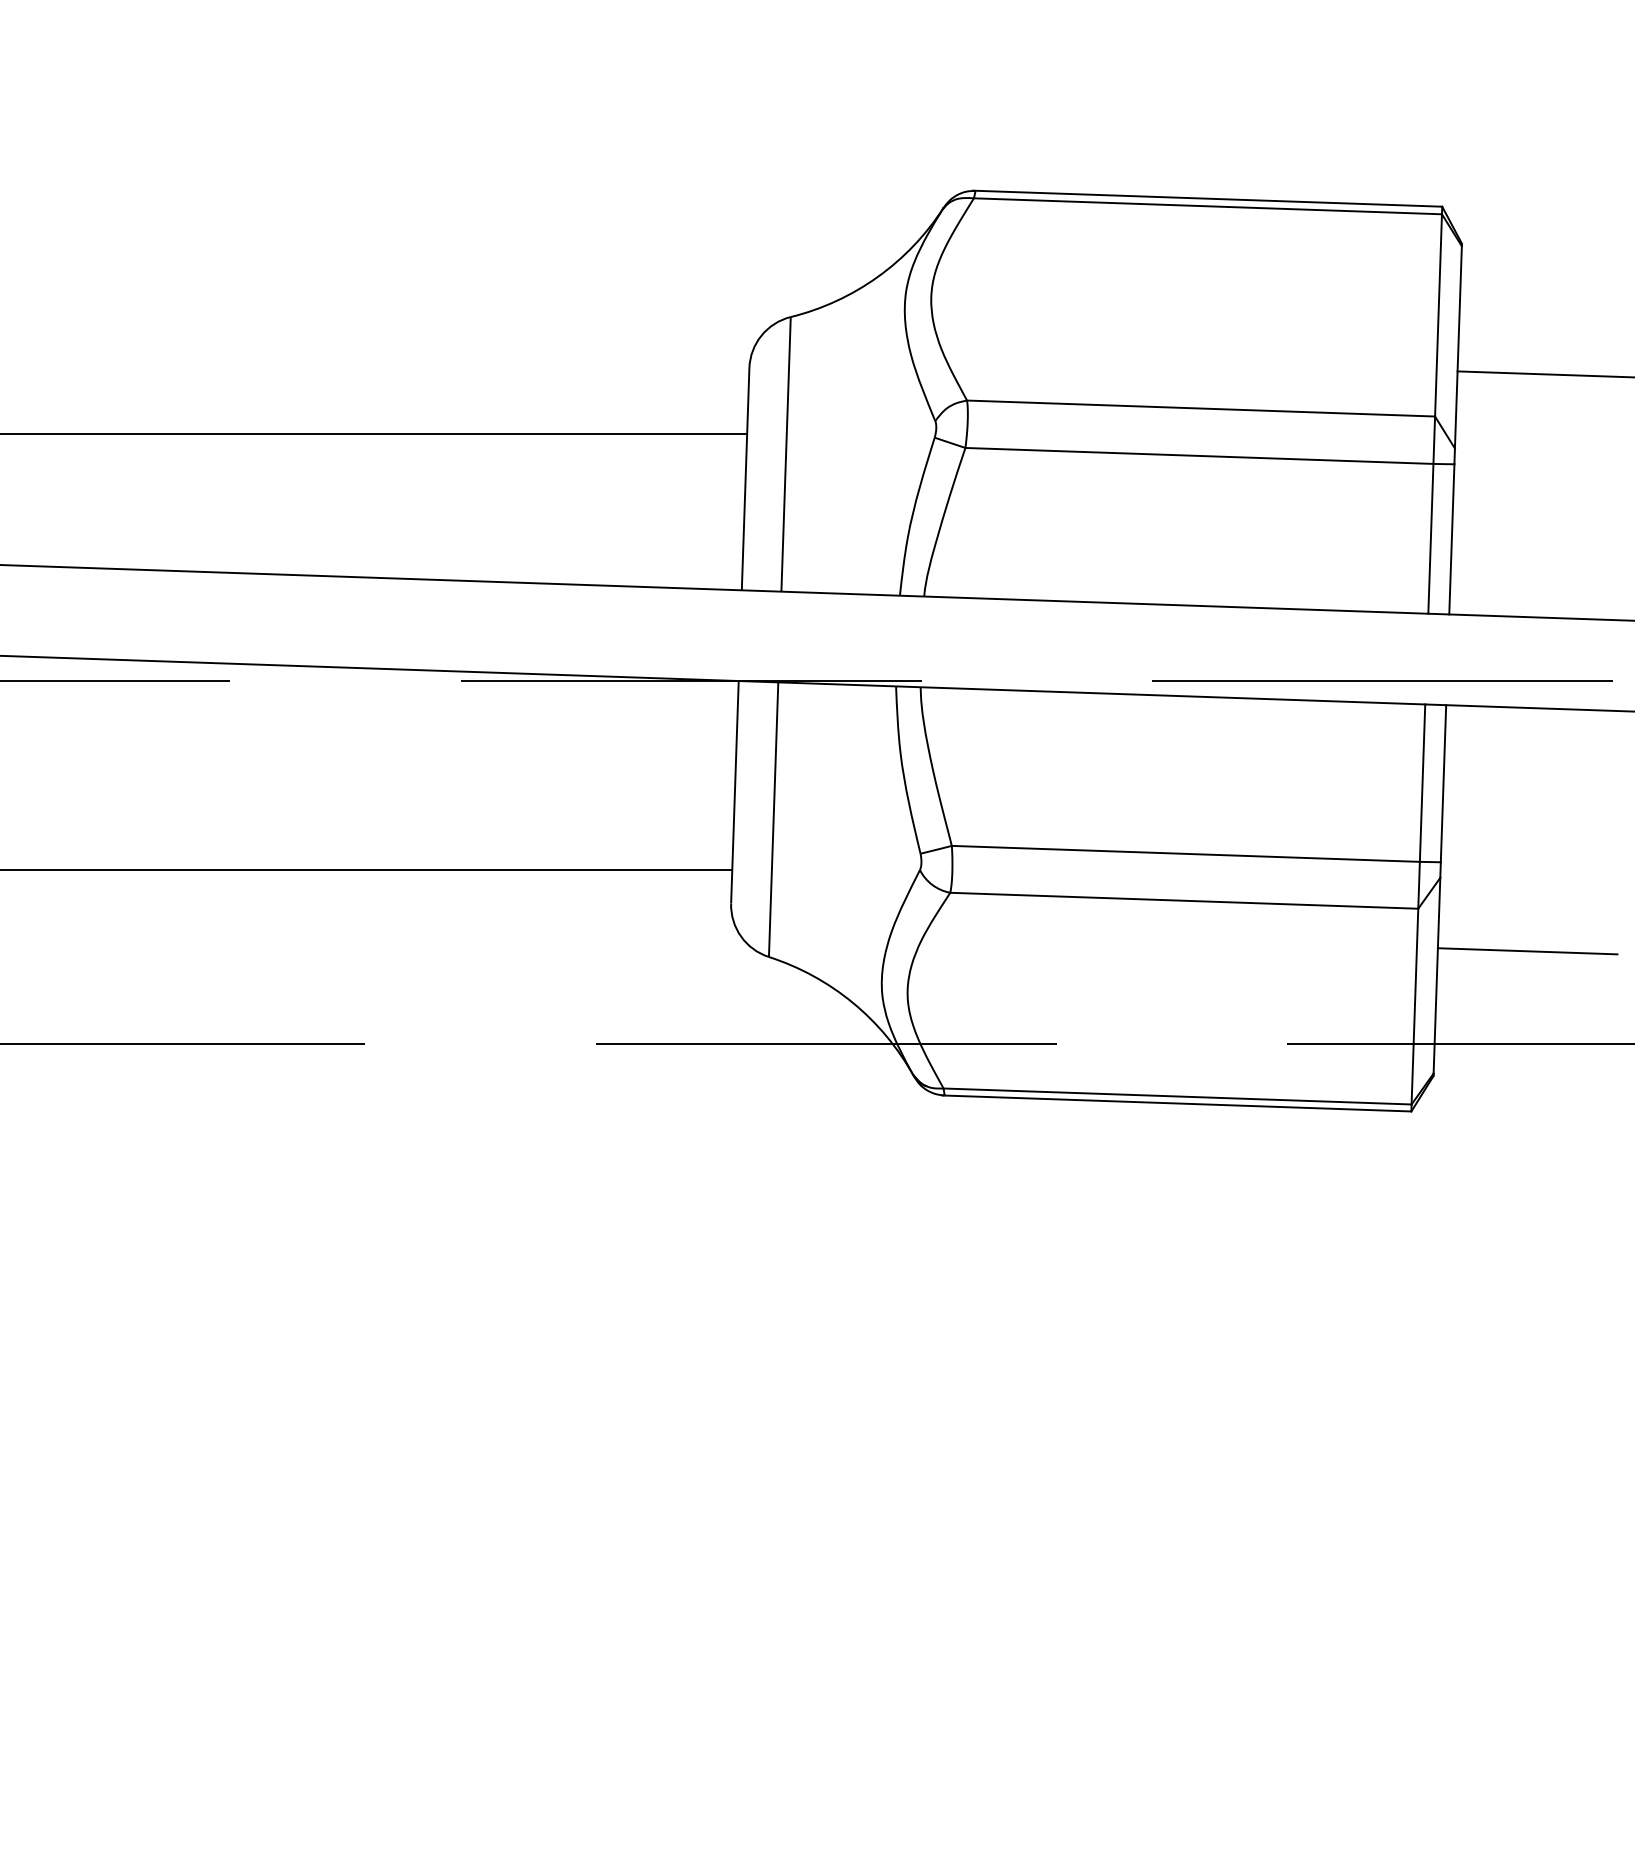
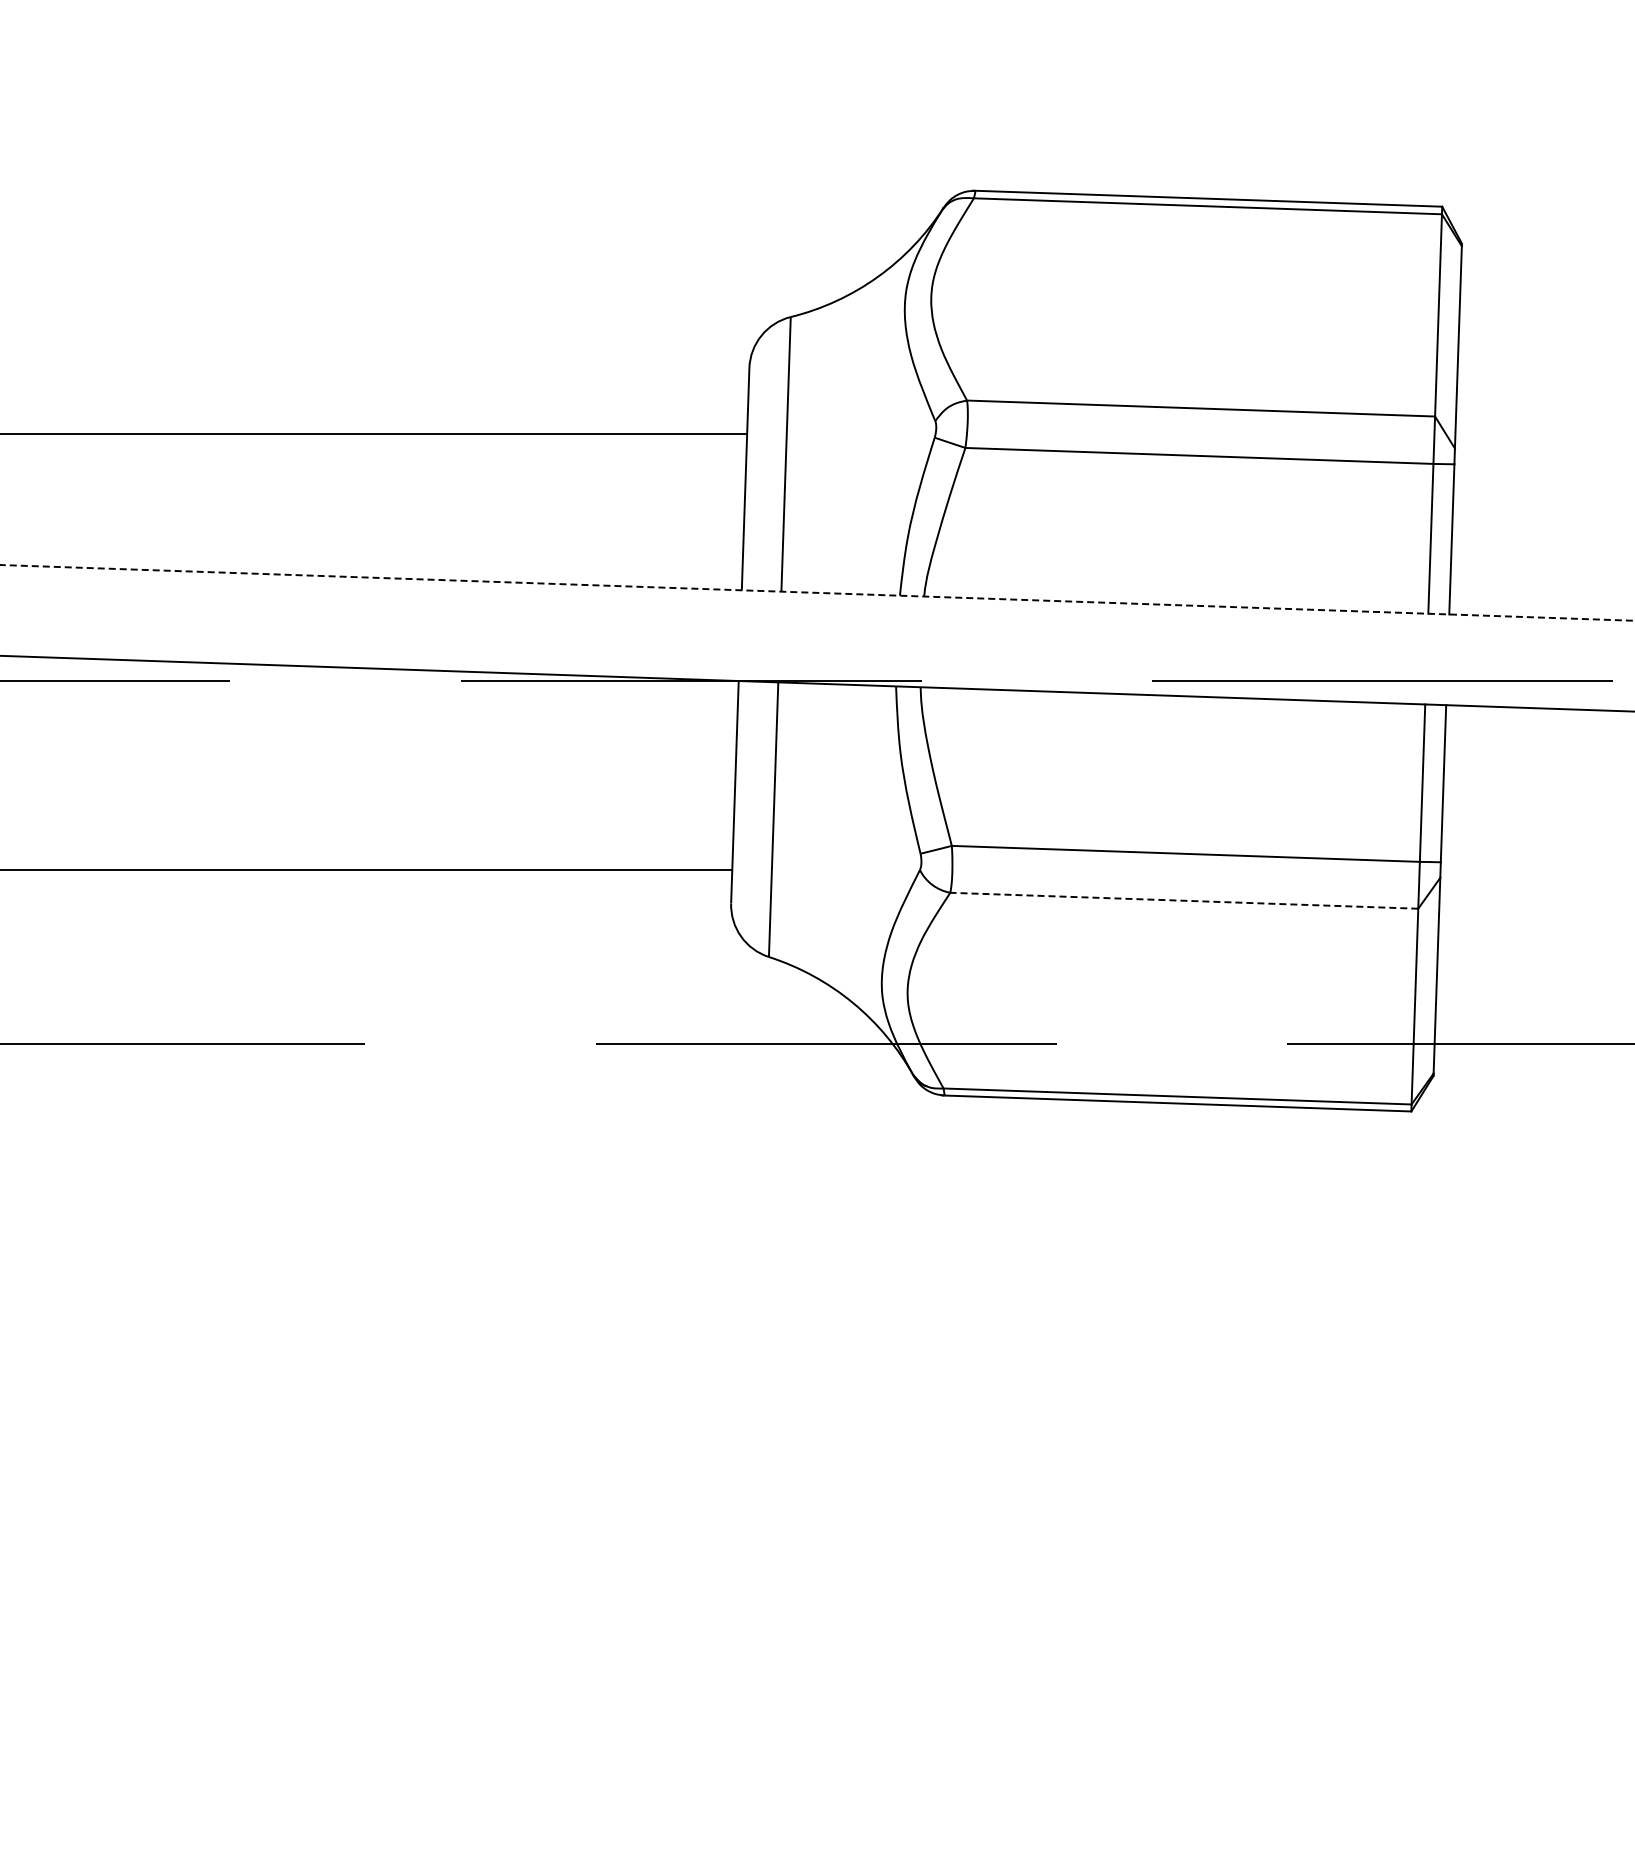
line at (1544, 374): present -> none
line at (816, 592): solid -> dashed
line at (1183, 900): solid -> dashed
line at (1527, 951): present -> none
